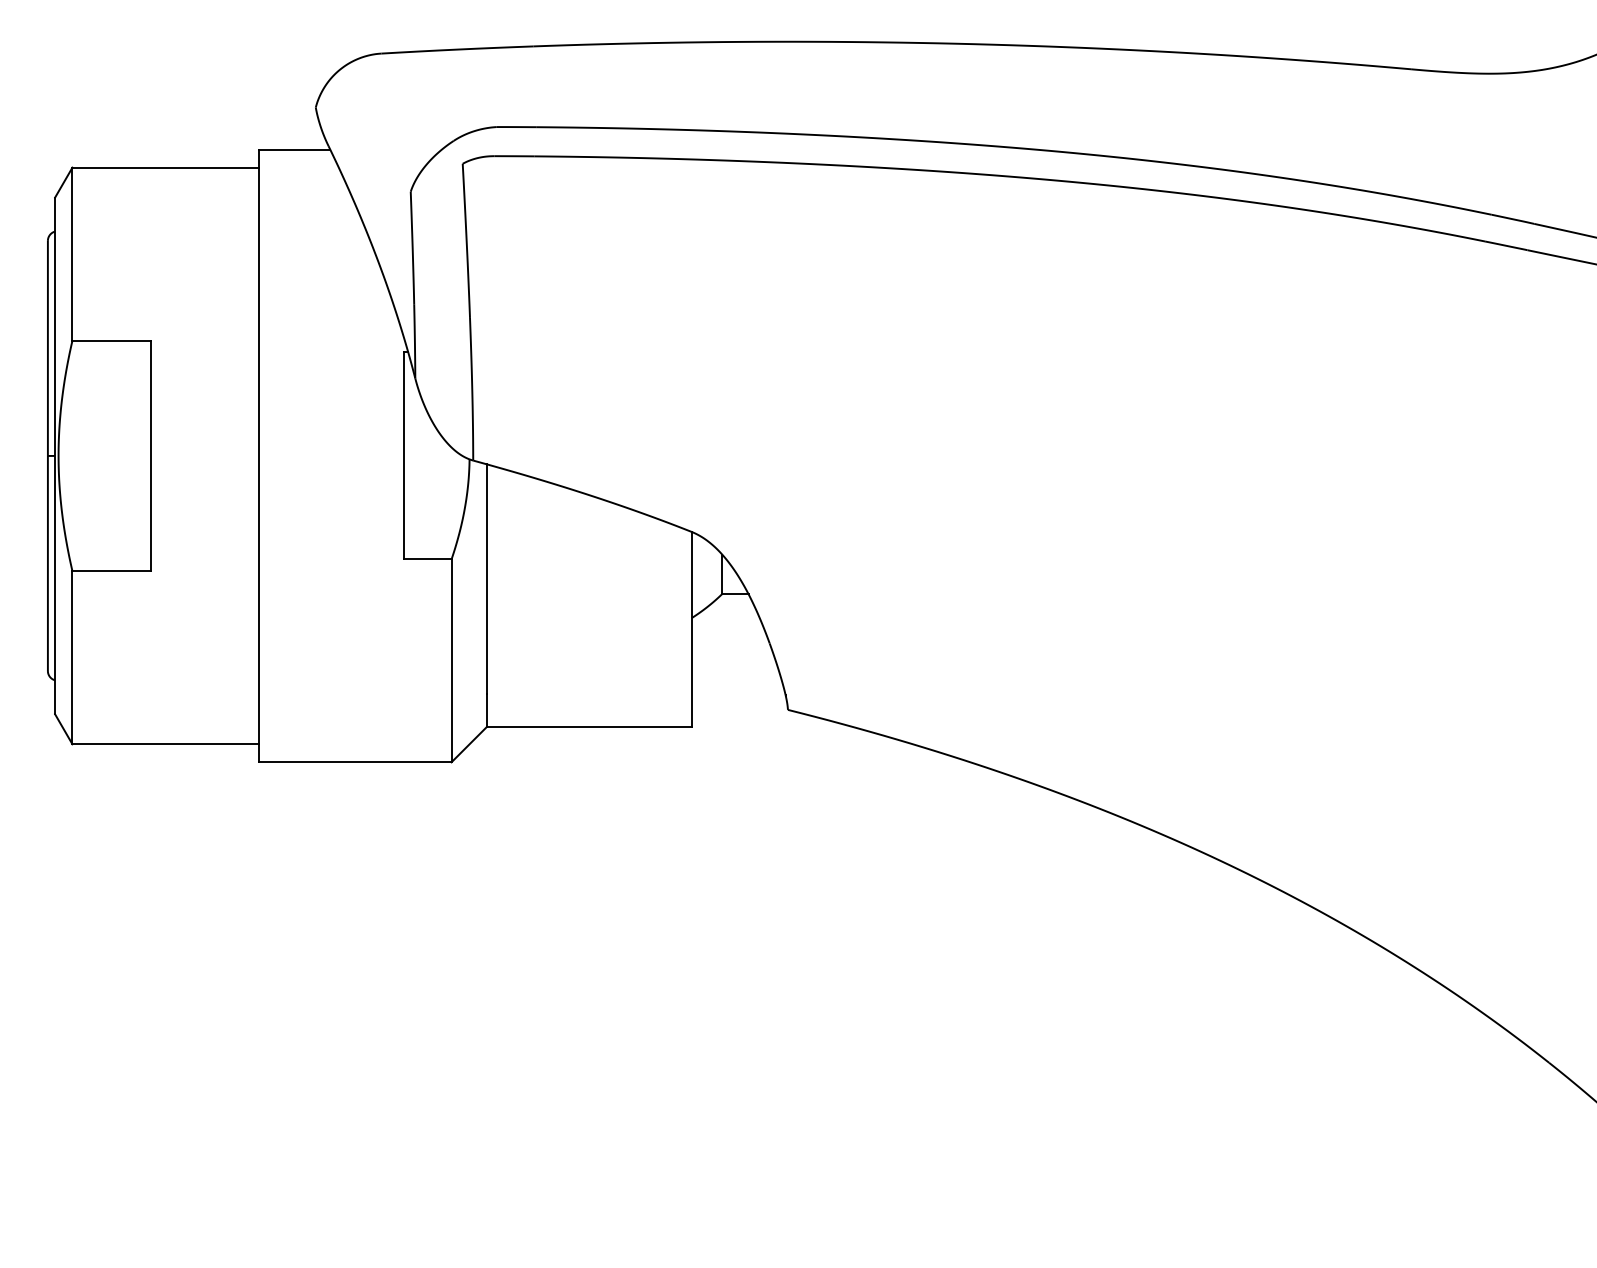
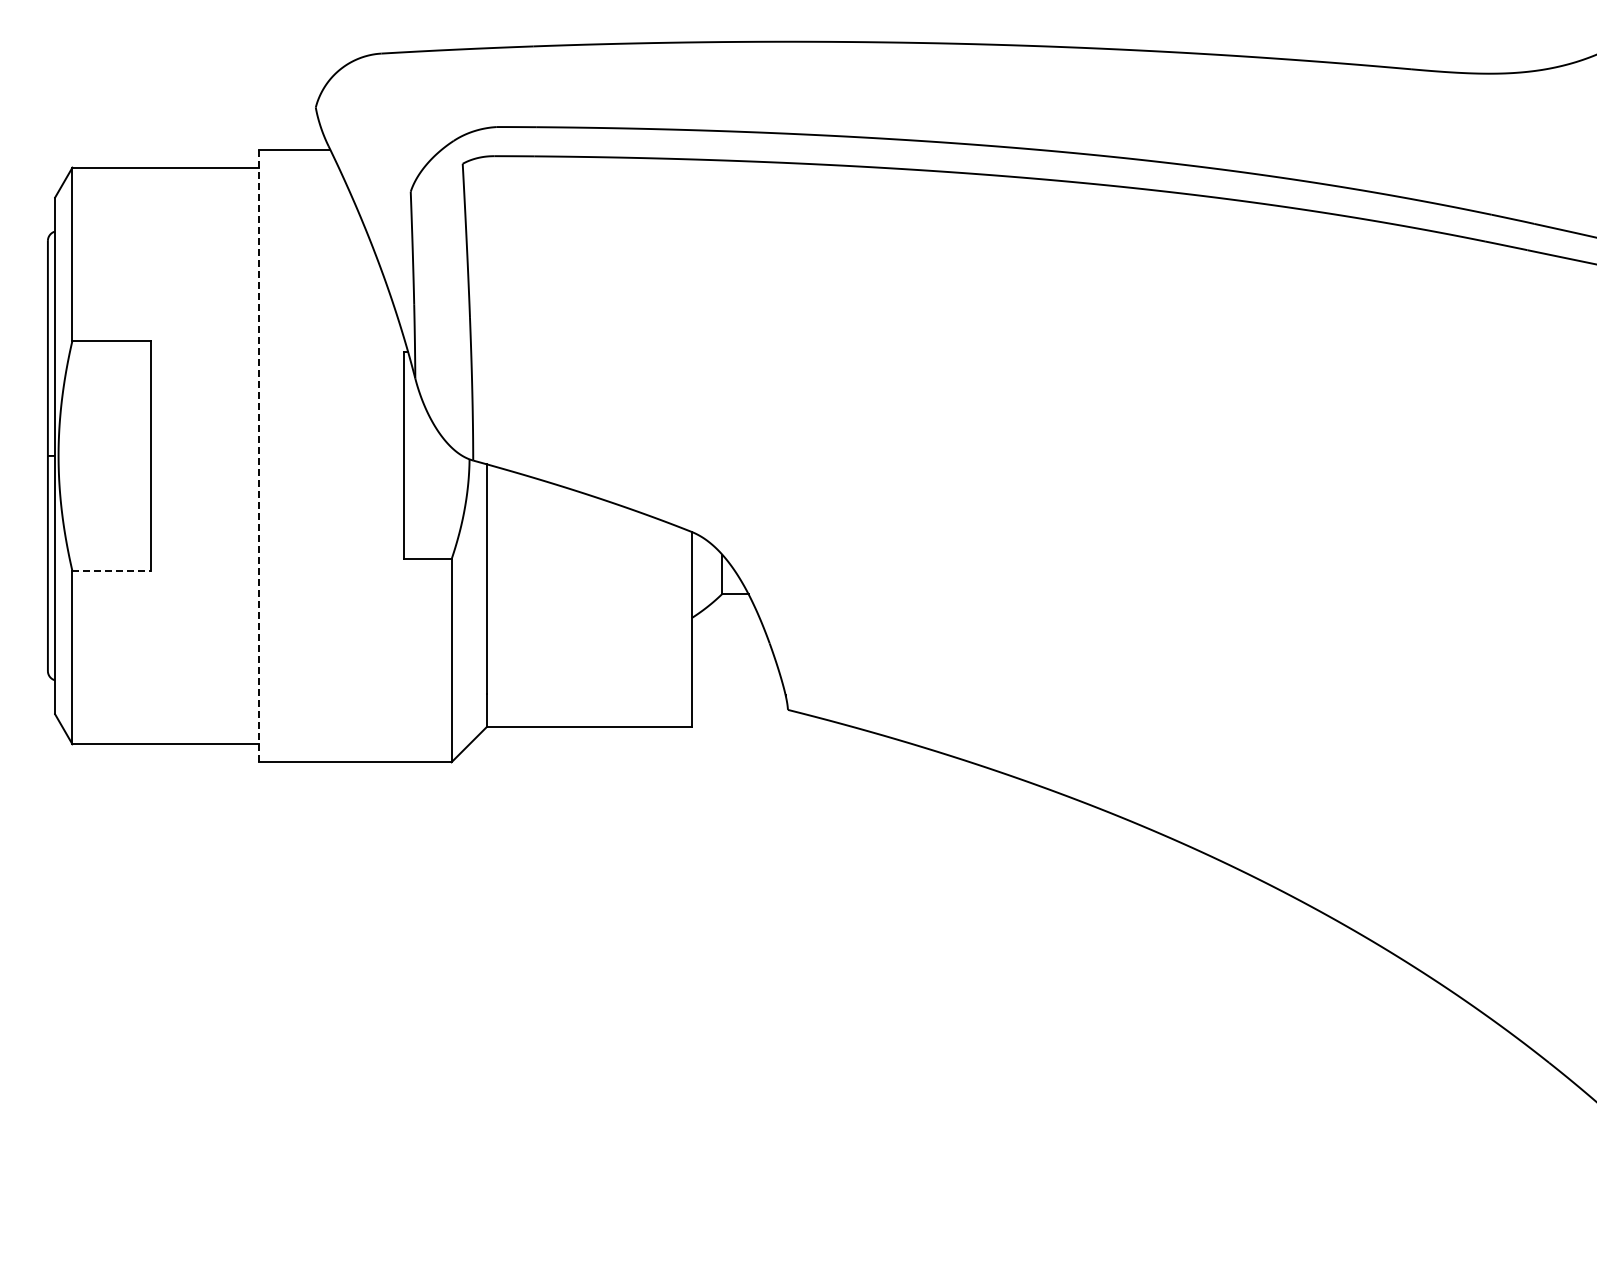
line at (259, 456): solid -> dashed
line at (112, 571): solid -> dashed
